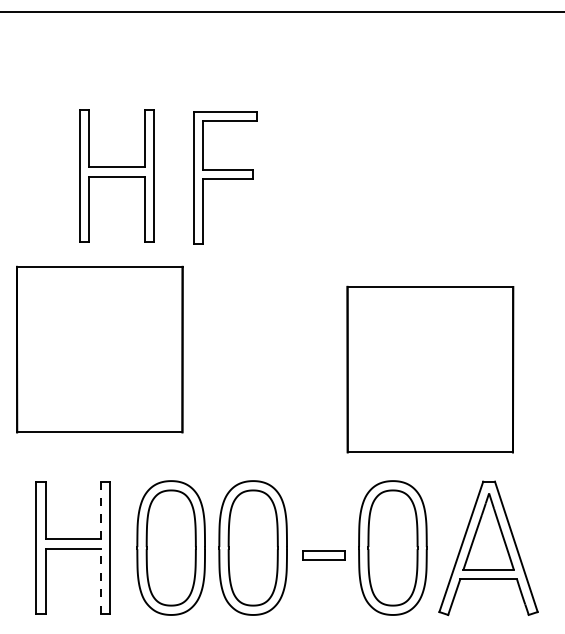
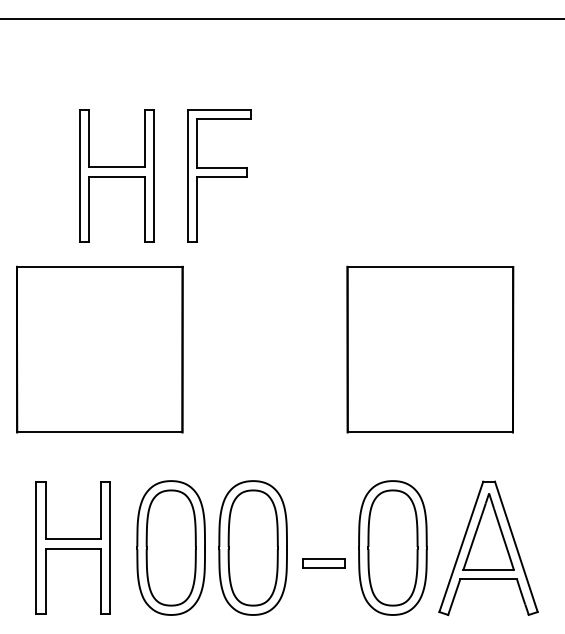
line at (281, 12) position: (281, 12) -> (281, 19)
part at (225, 177) position: (225, 177) -> (219, 175)
part at (430, 369) position: (430, 369) -> (430, 349)
line at (101, 510): dashed -> solid
part at (323, 555) position: (323, 555) -> (323, 563)
line at (101, 581): dashed -> solid
